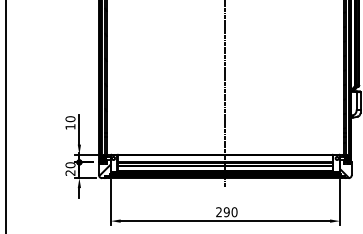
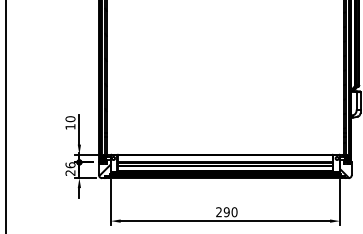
line at (225, 95): present -> none
text at (70, 164): 20 -> 26
